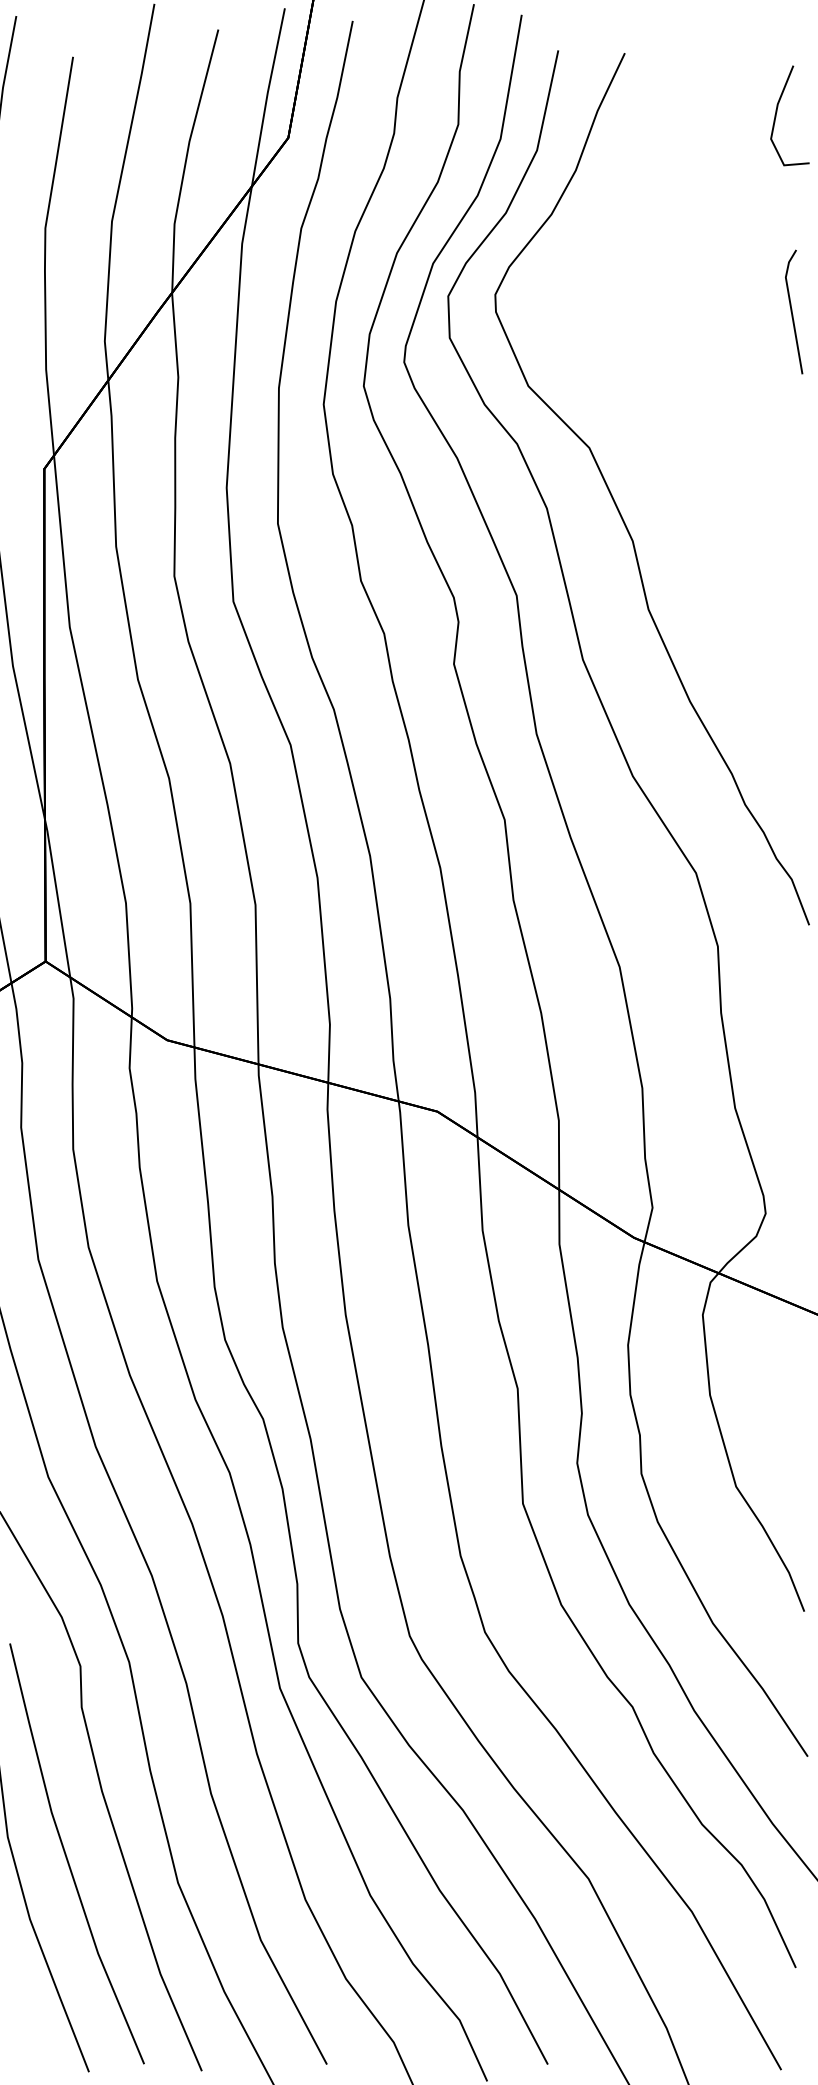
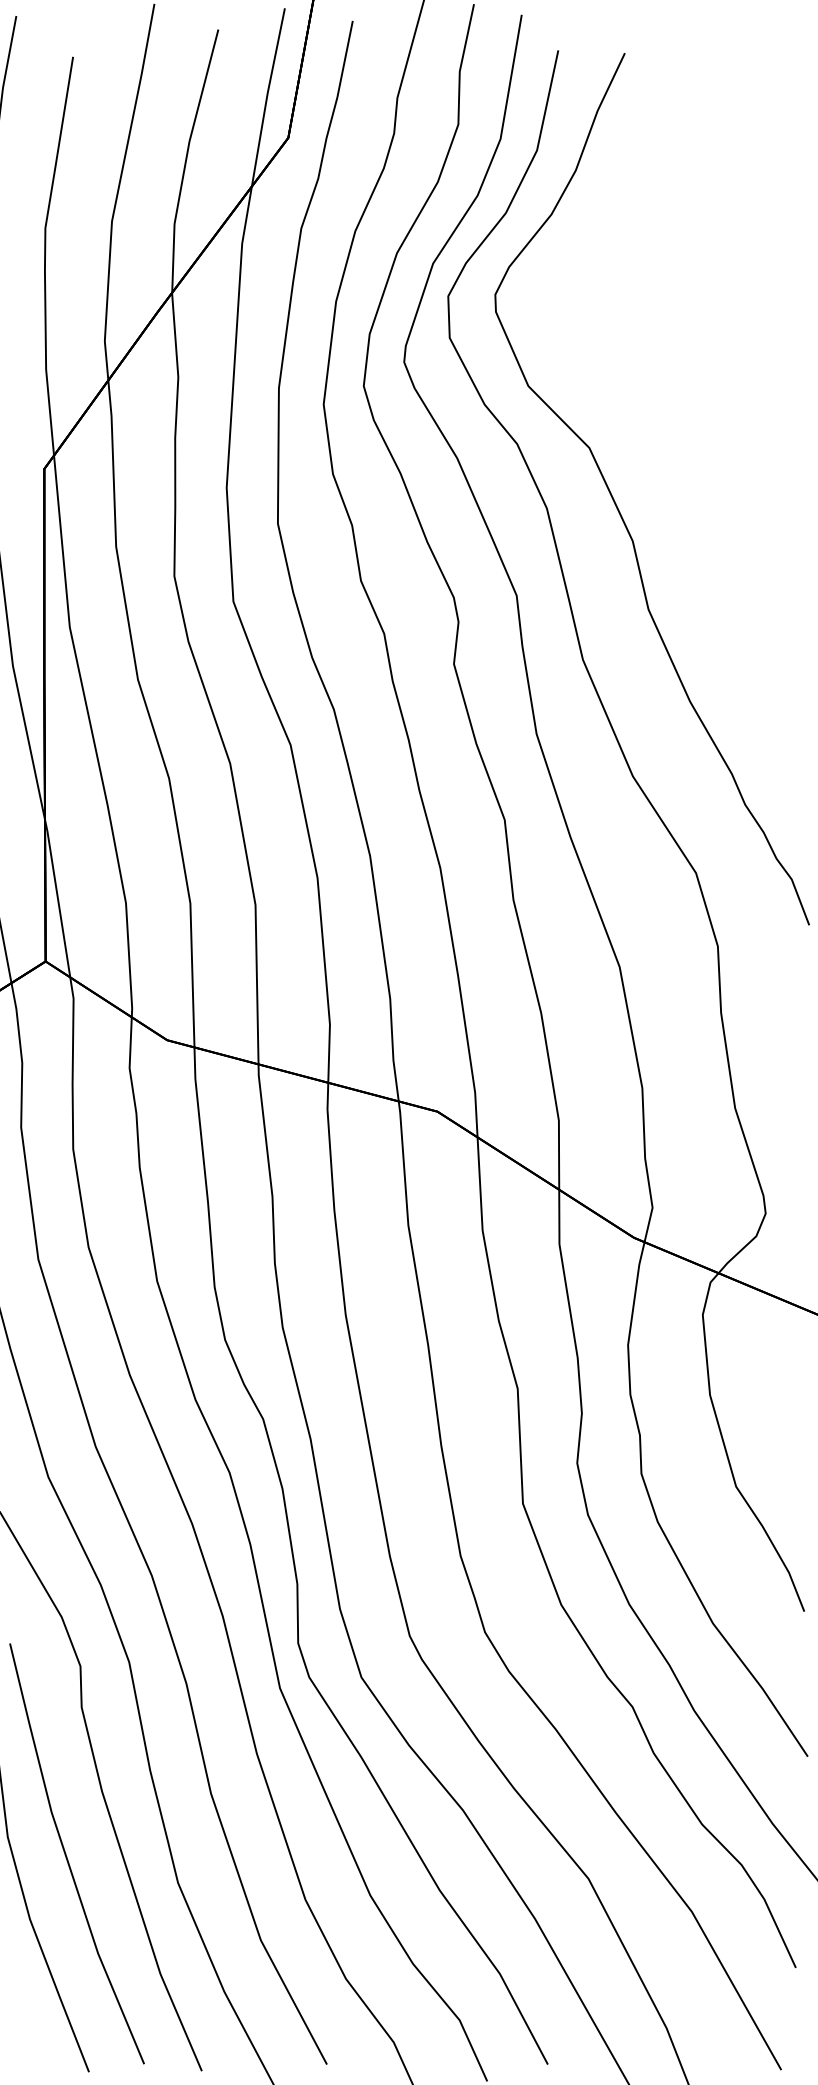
line at (777, 112): present -> none
line at (792, 311): present -> none
